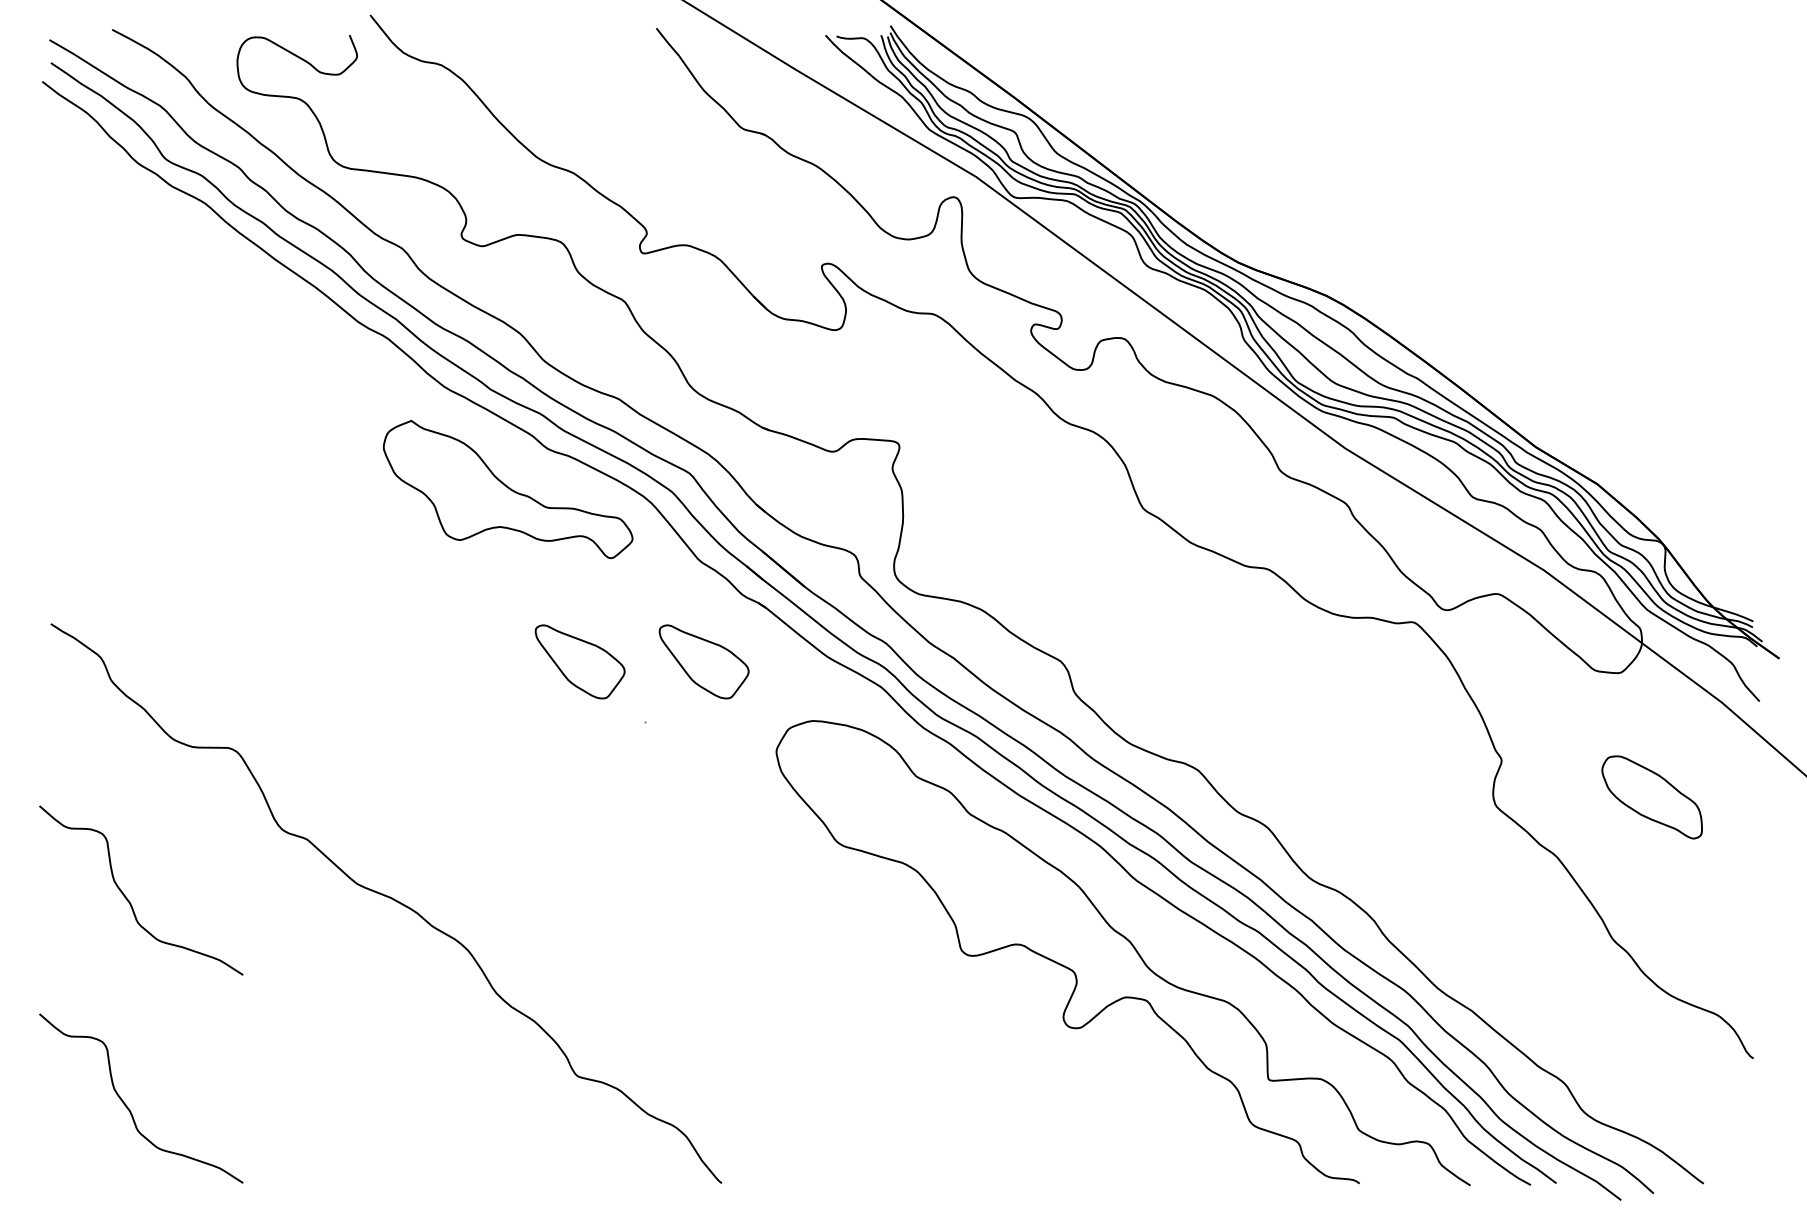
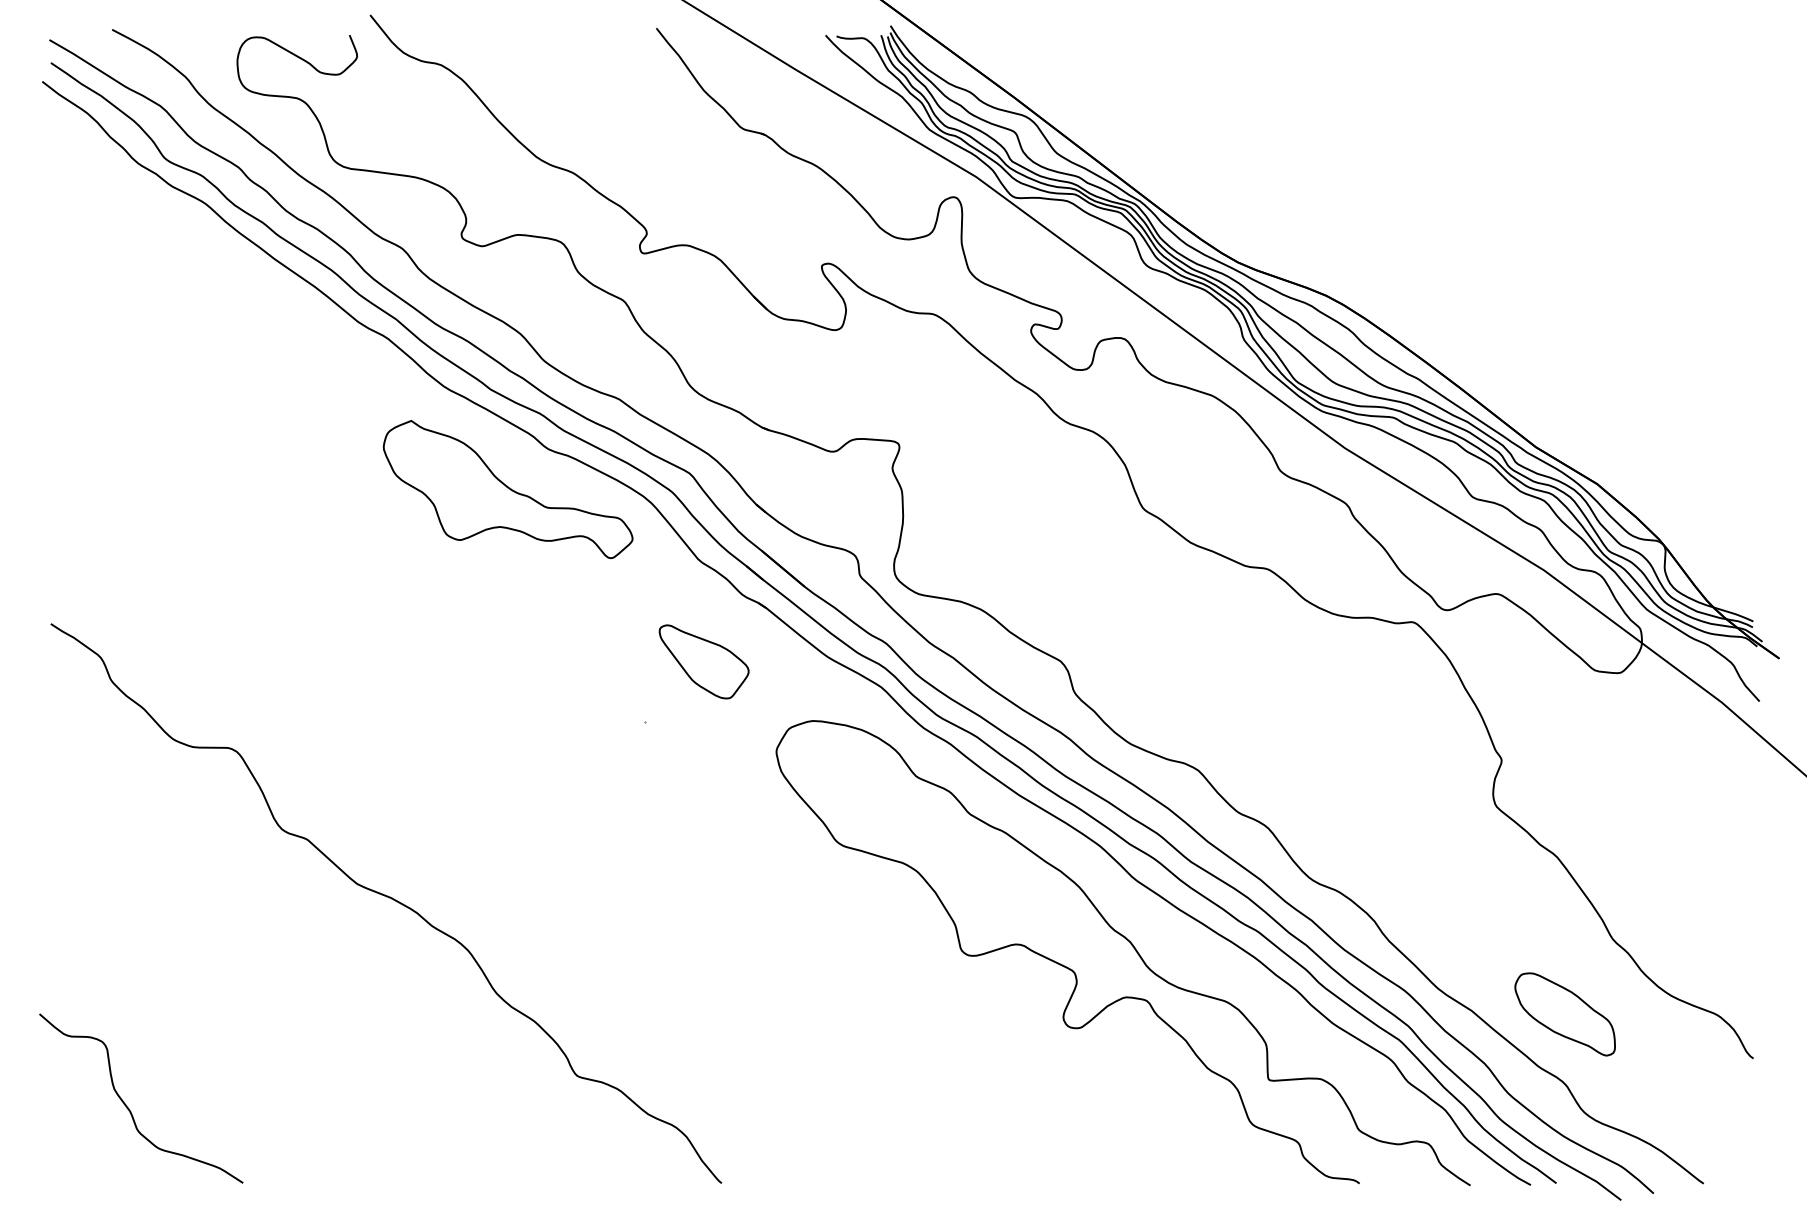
part at (579, 661): present -> none
part at (1651, 797) position: (1651, 797) -> (1564, 1014)
curve at (129, 900): present -> none
